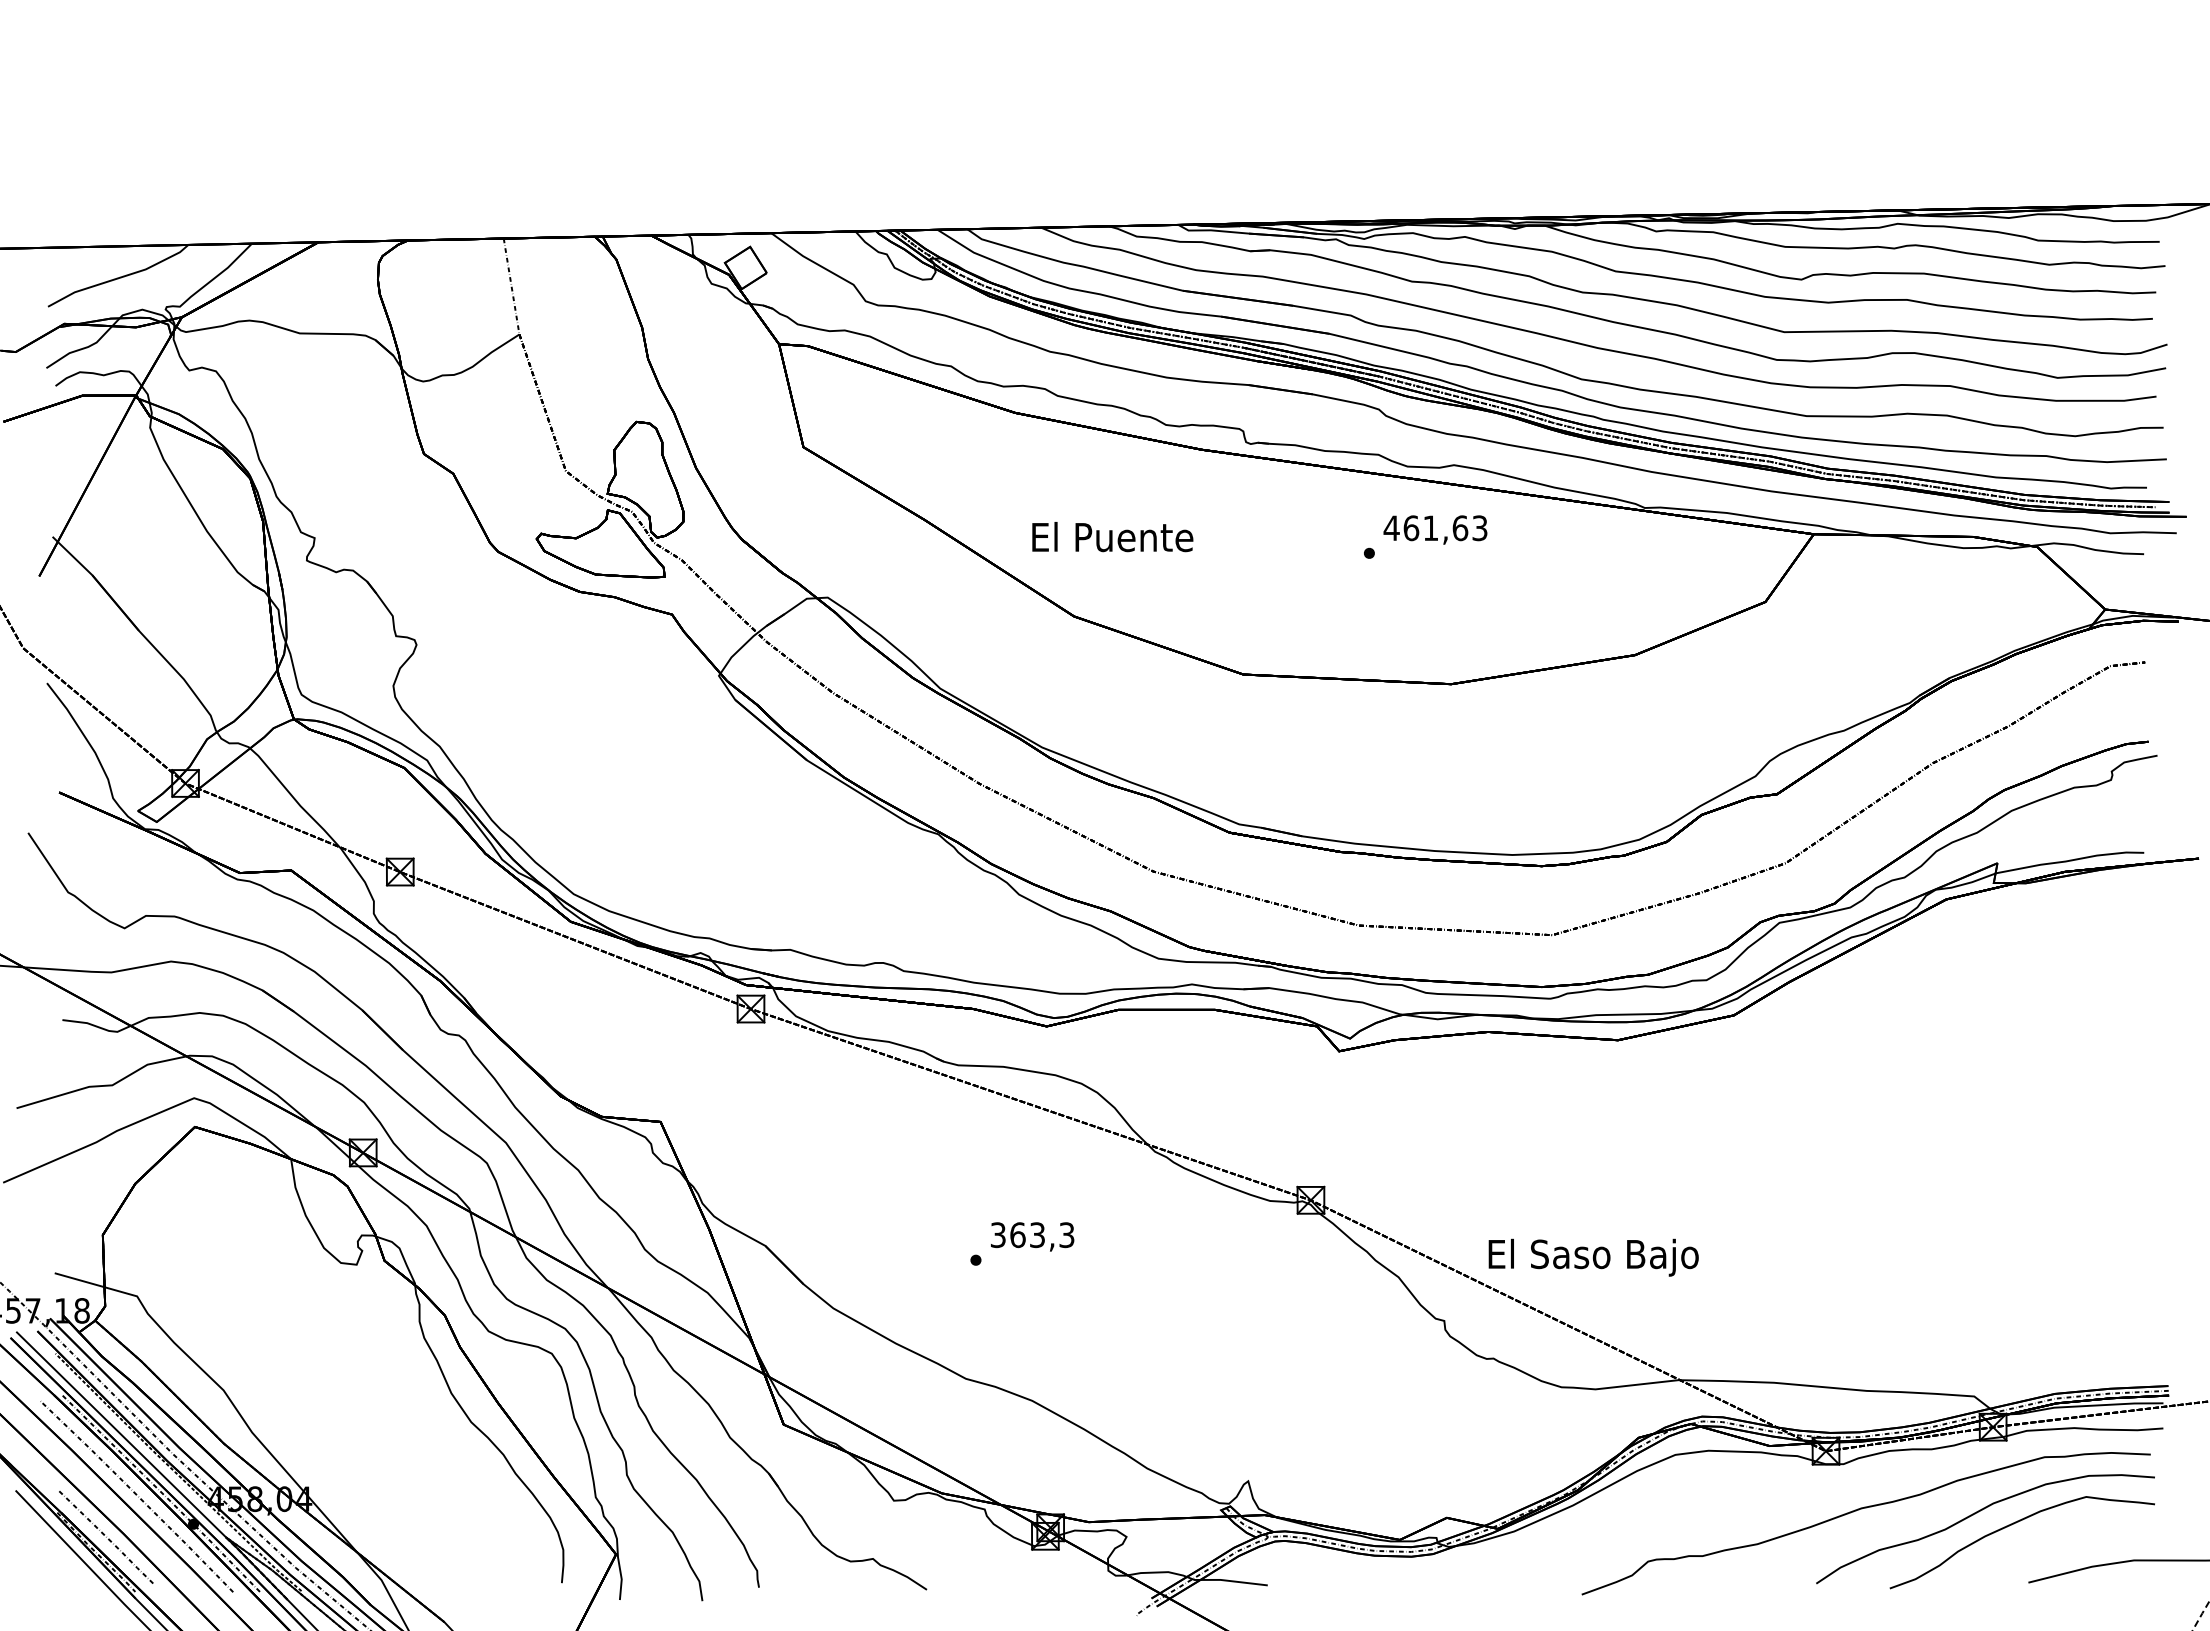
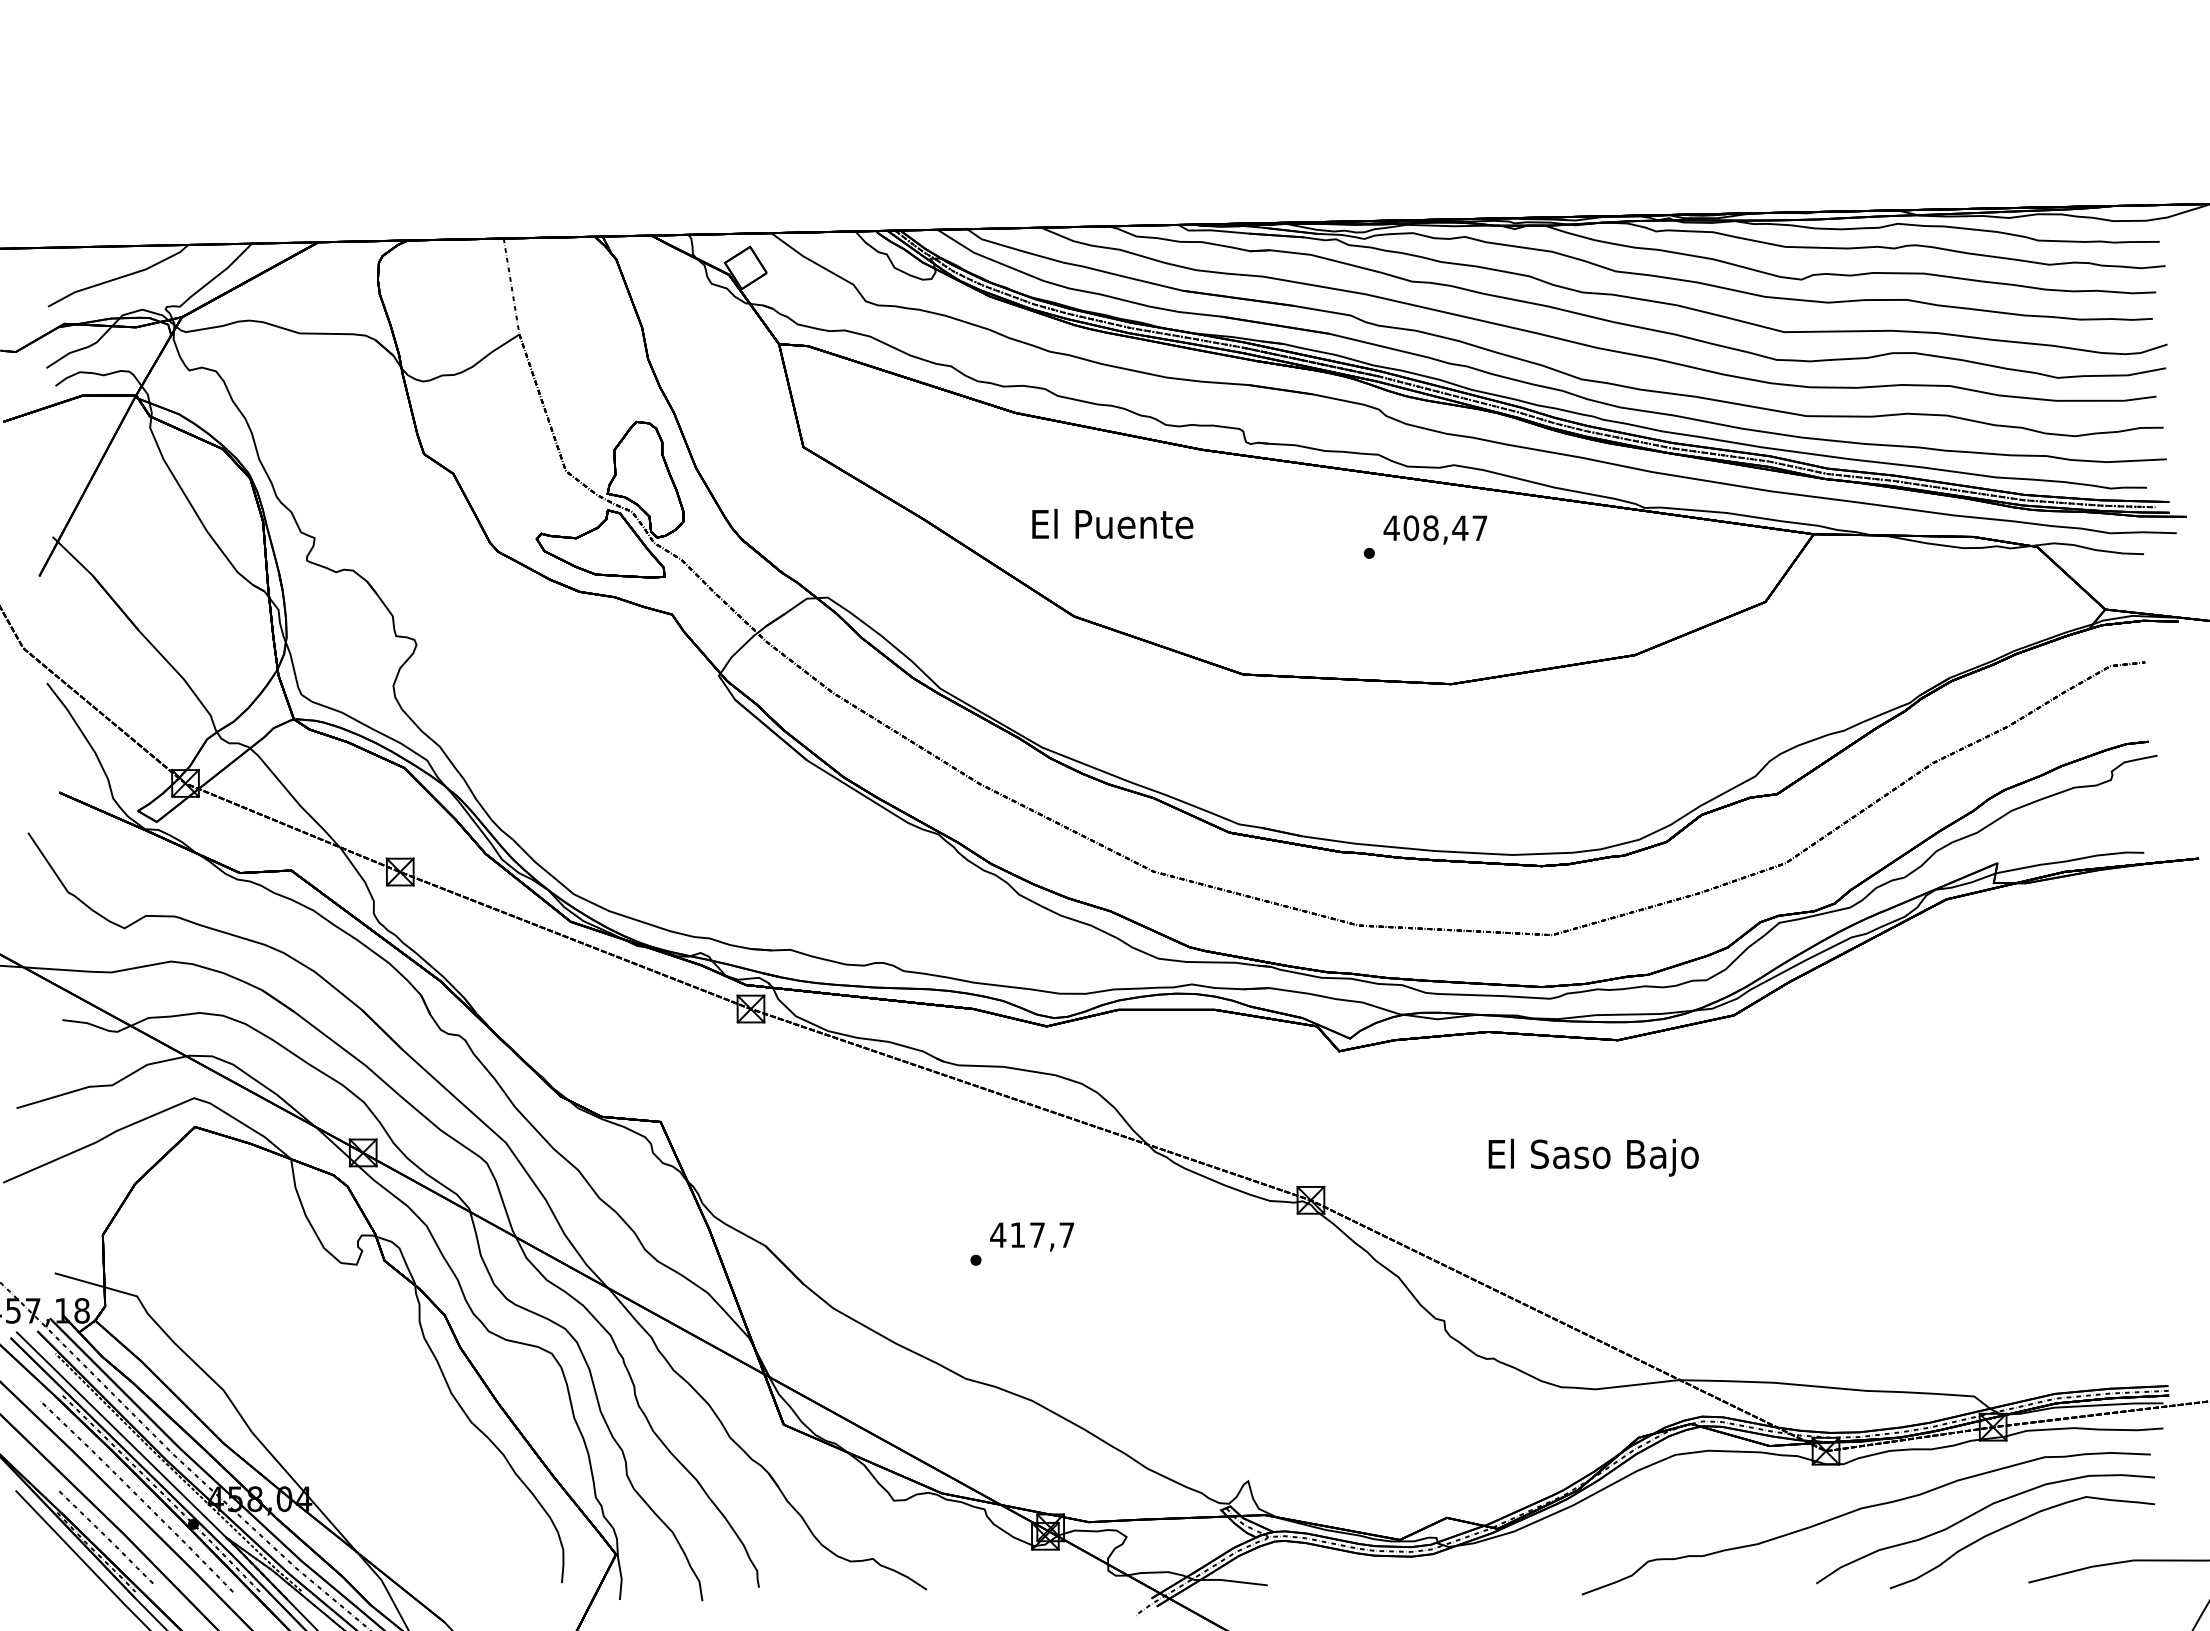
text at (1445, 528): 461,63 -> 408,47
text at (1112, 537) position: (1112, 537) -> (1112, 524)
text at (1032, 1235): 363,3 -> 417,7
text at (1593, 1257) position: (1593, 1257) -> (1593, 1157)
line at (2201, 1615): dashed -> solid
